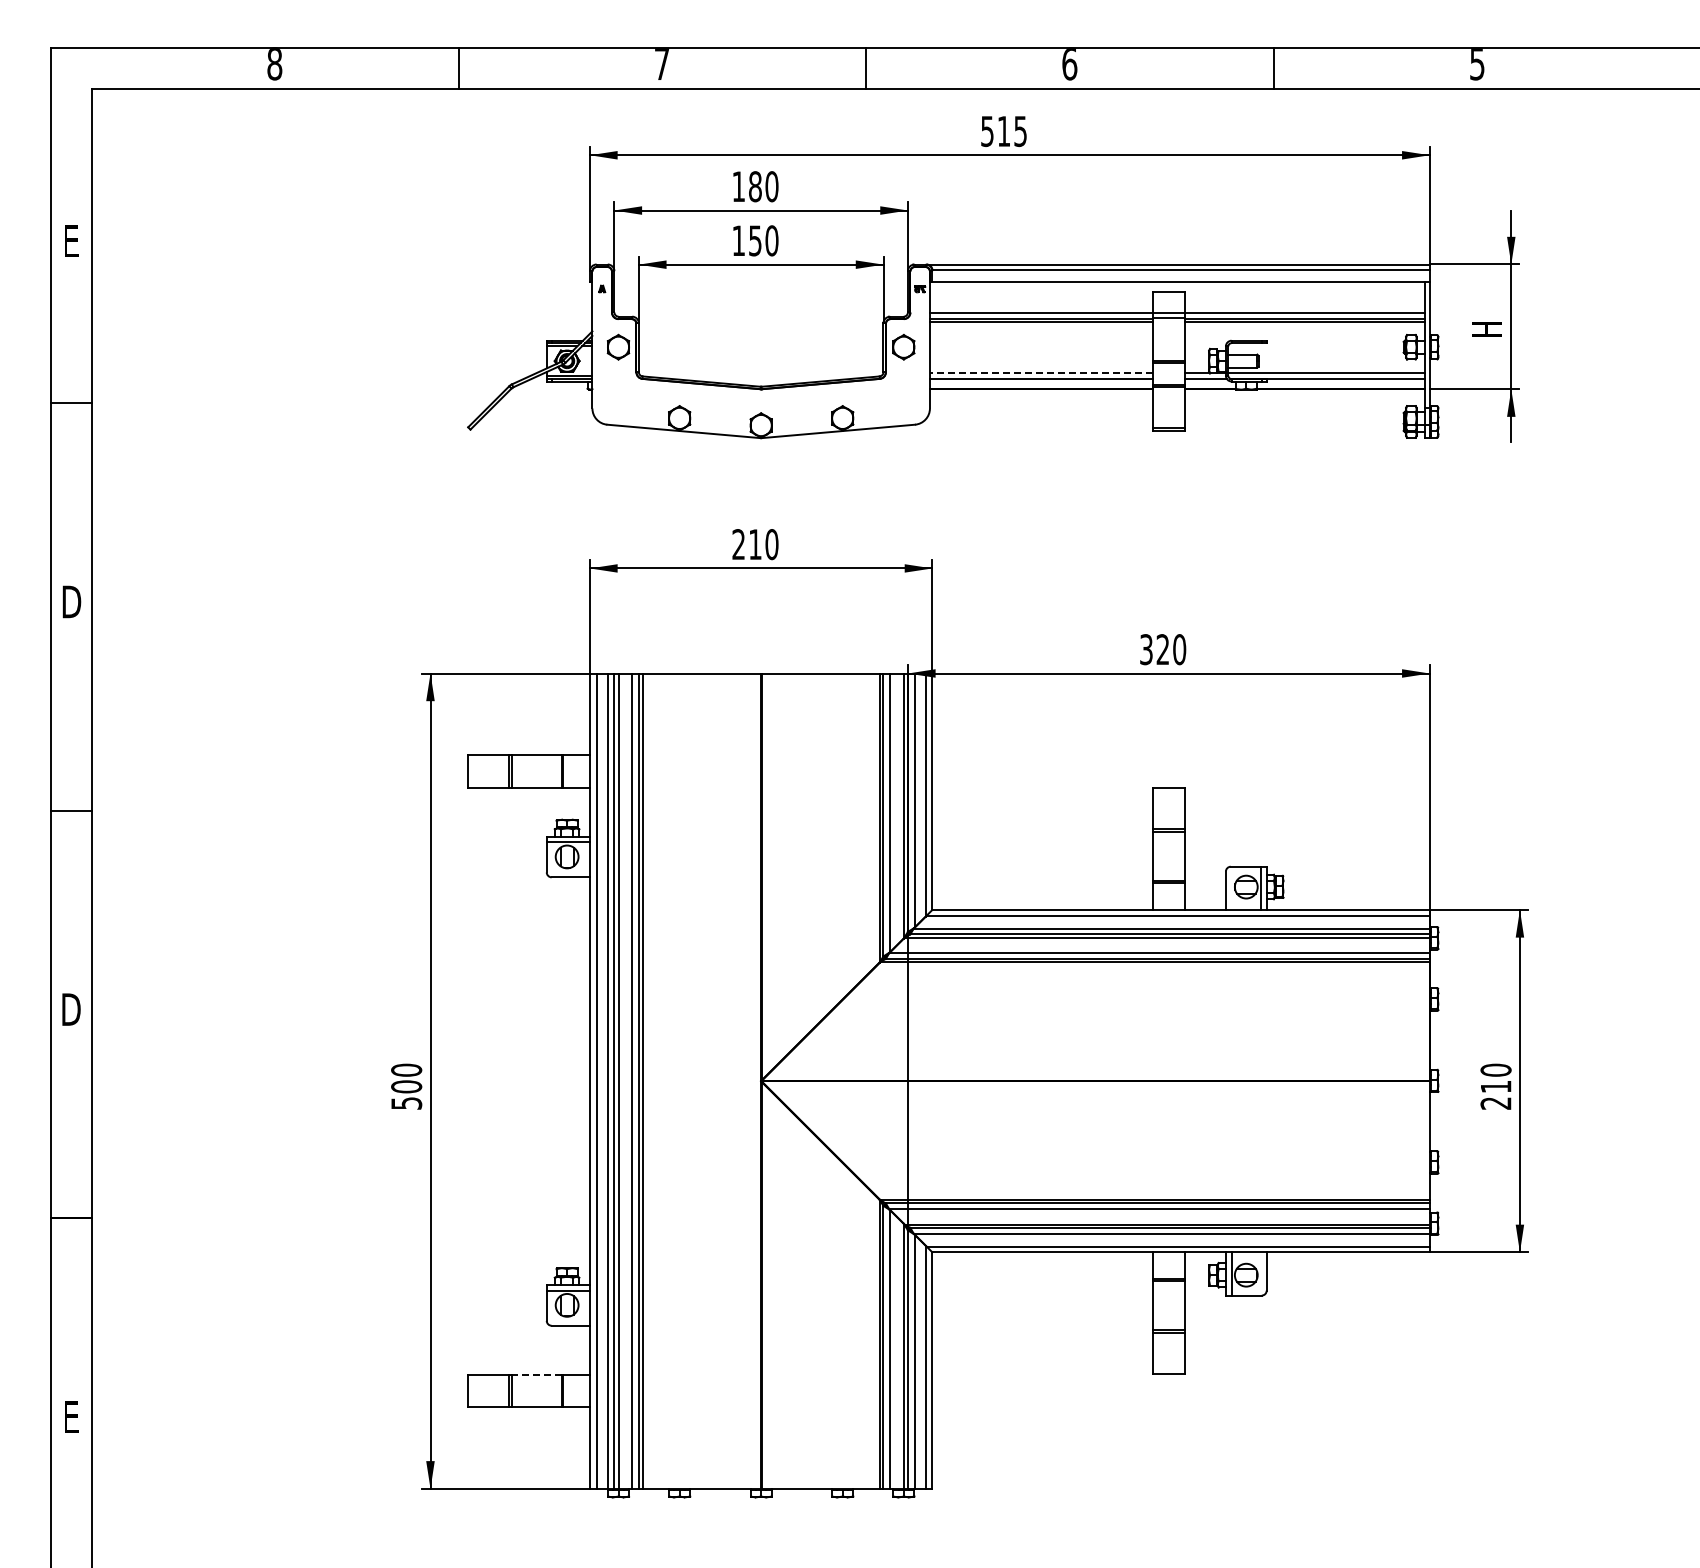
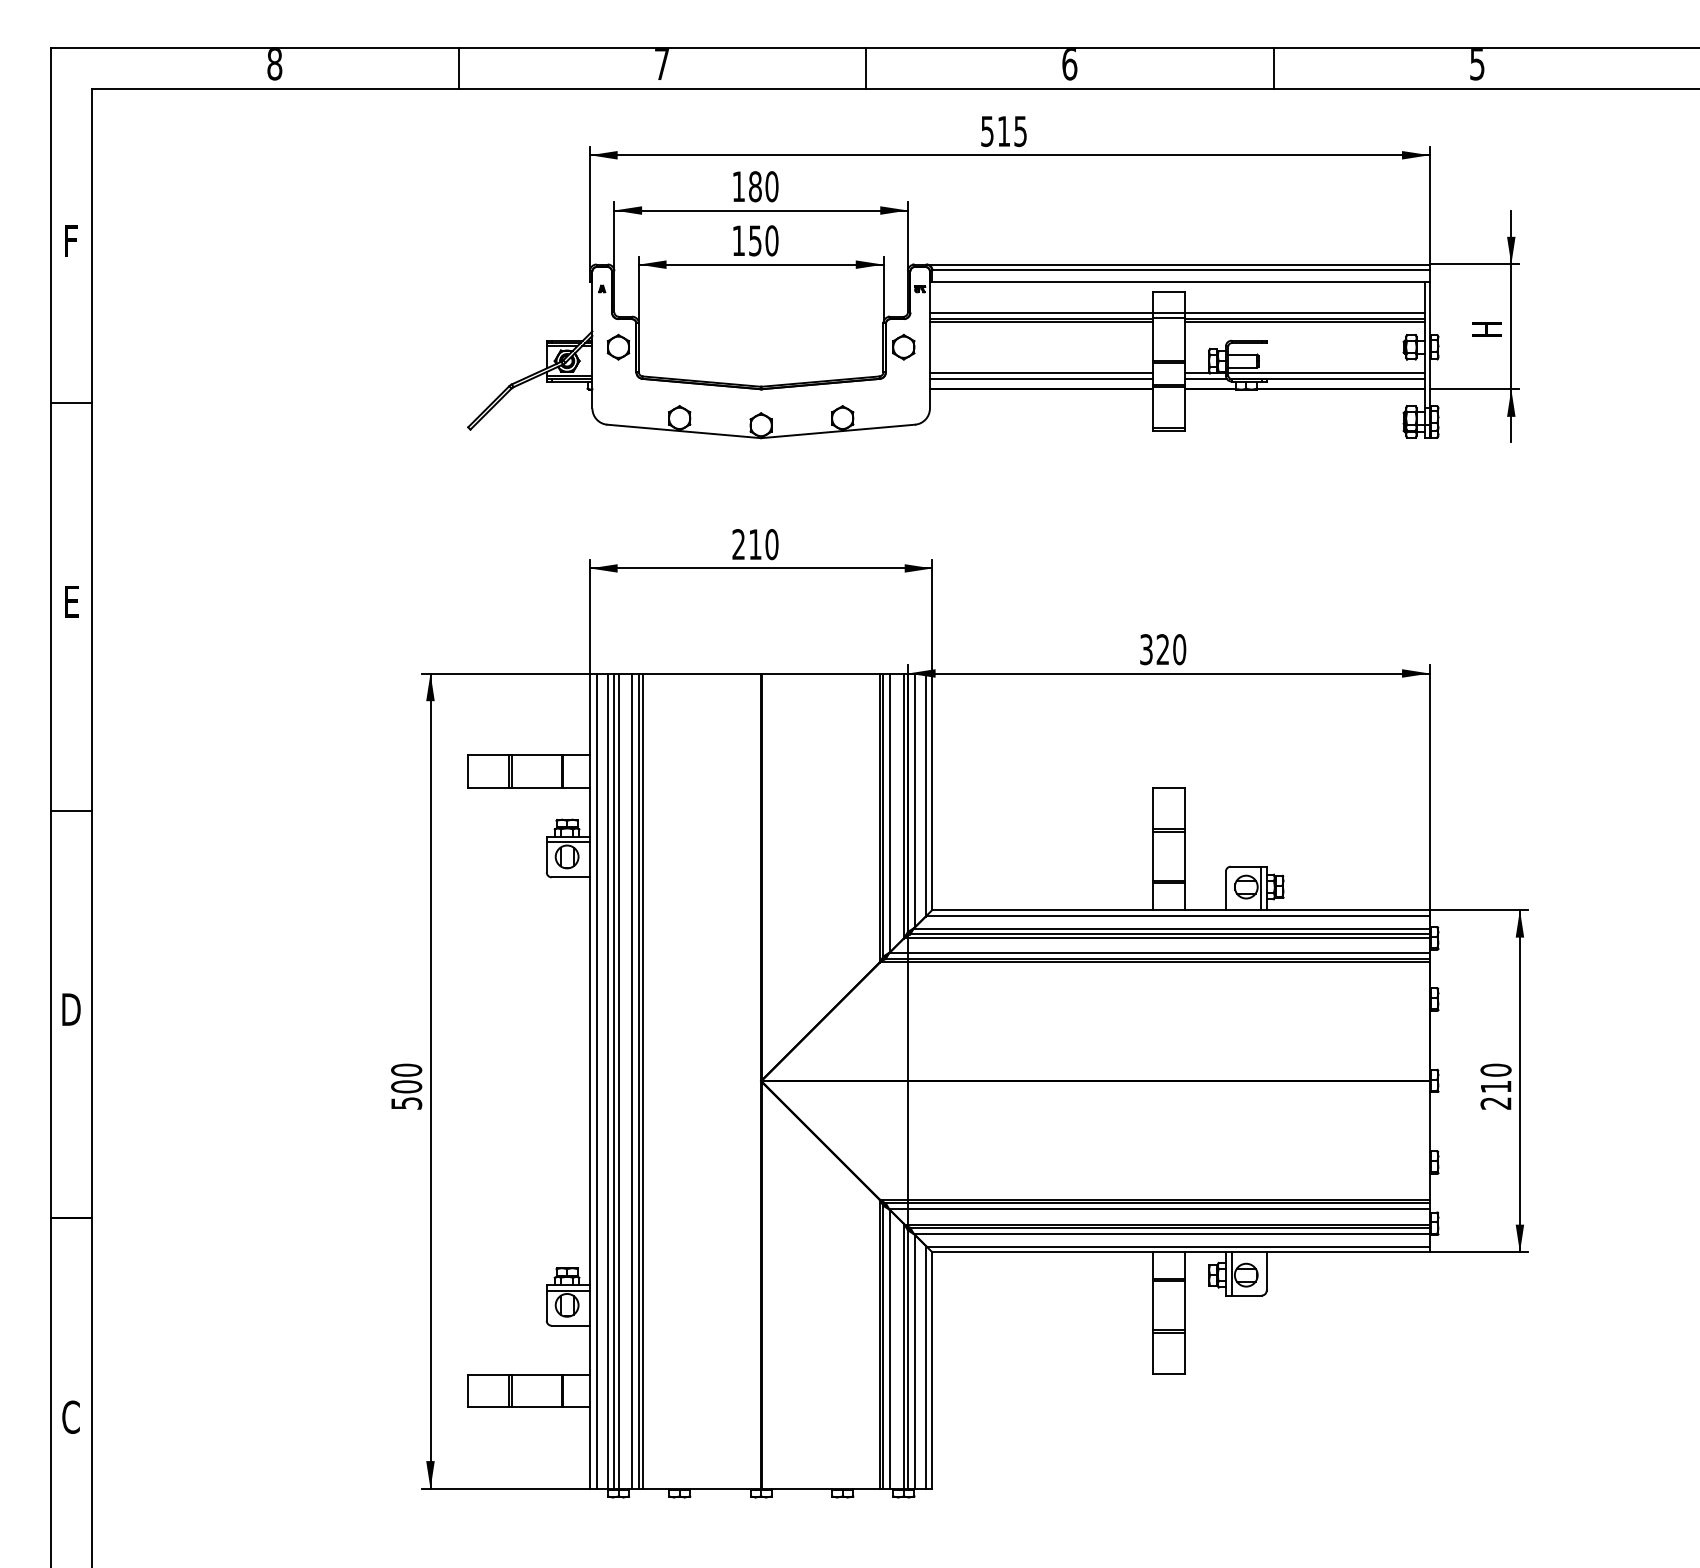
text at (72, 242): E -> F
line at (1040, 373): dashed -> solid
text at (71, 601): D -> E
line at (536, 1374): dashed -> solid
text at (70, 1416): E -> C
